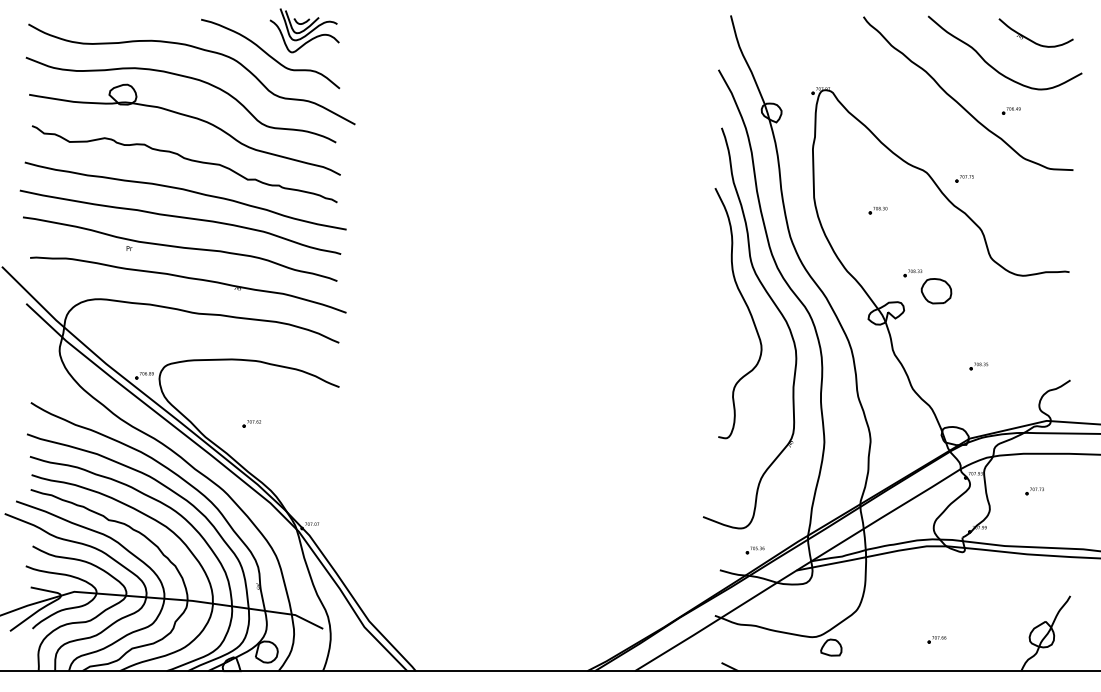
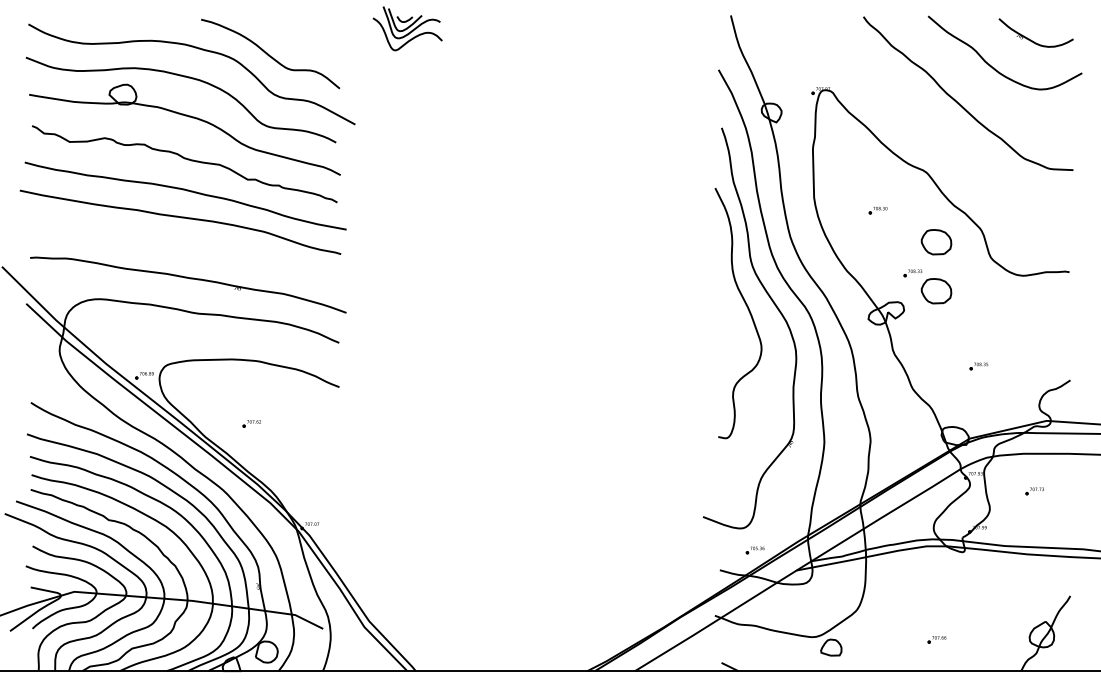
part at (304, 30) position: (304, 30) -> (407, 28)
part at (1010, 110): present -> none
part at (964, 178): present -> none
part at (936, 242): none -> present
part at (180, 248): present -> none
